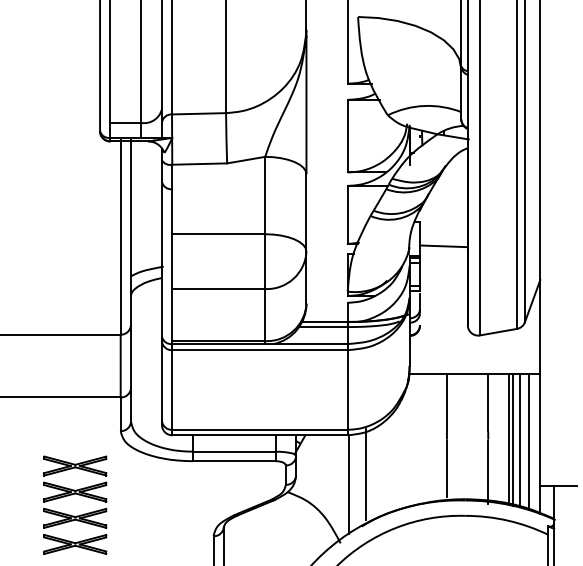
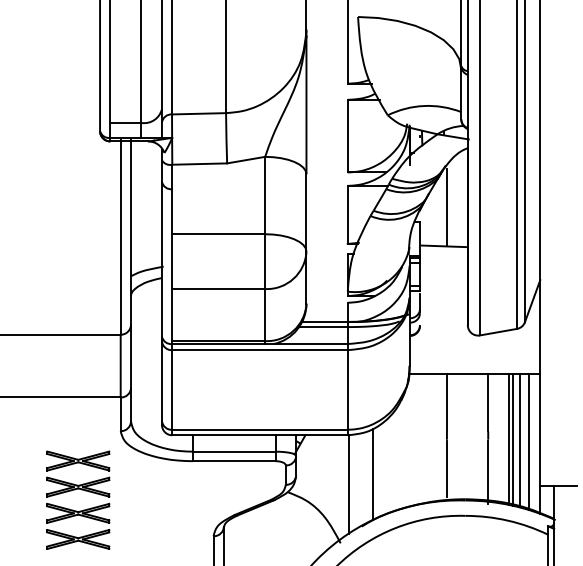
line at (446, 207): none -> present
line at (365, 474) position: (365, 474) -> (372, 474)
part at (72, 495) position: (72, 495) -> (75, 490)
